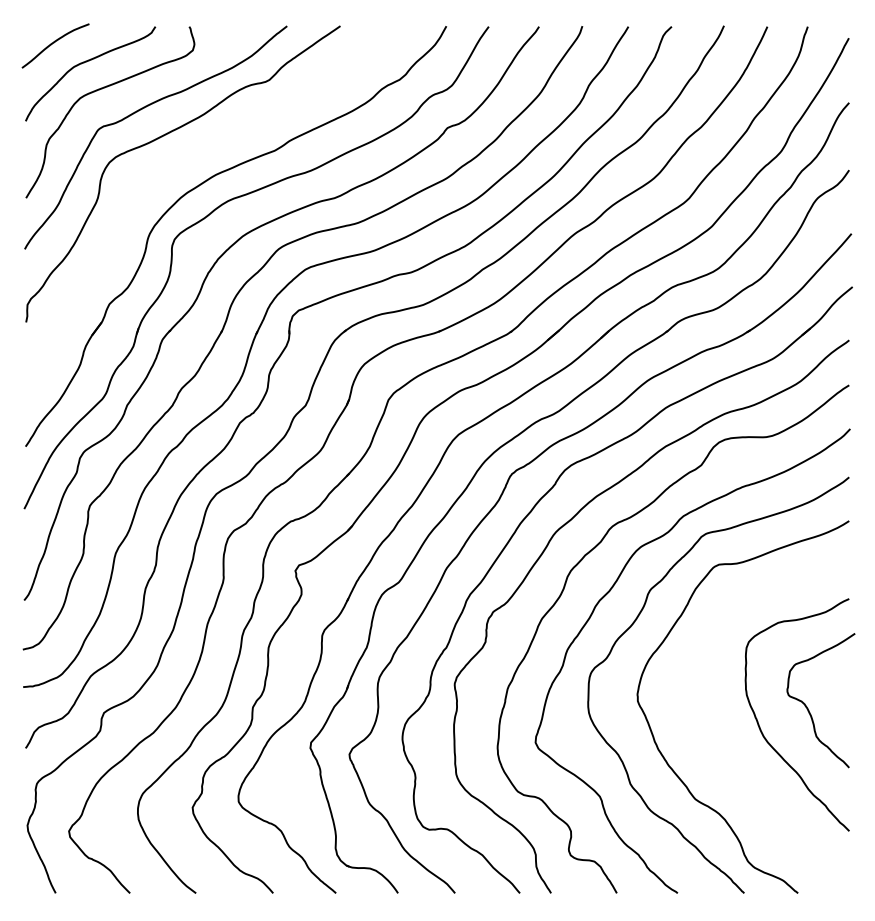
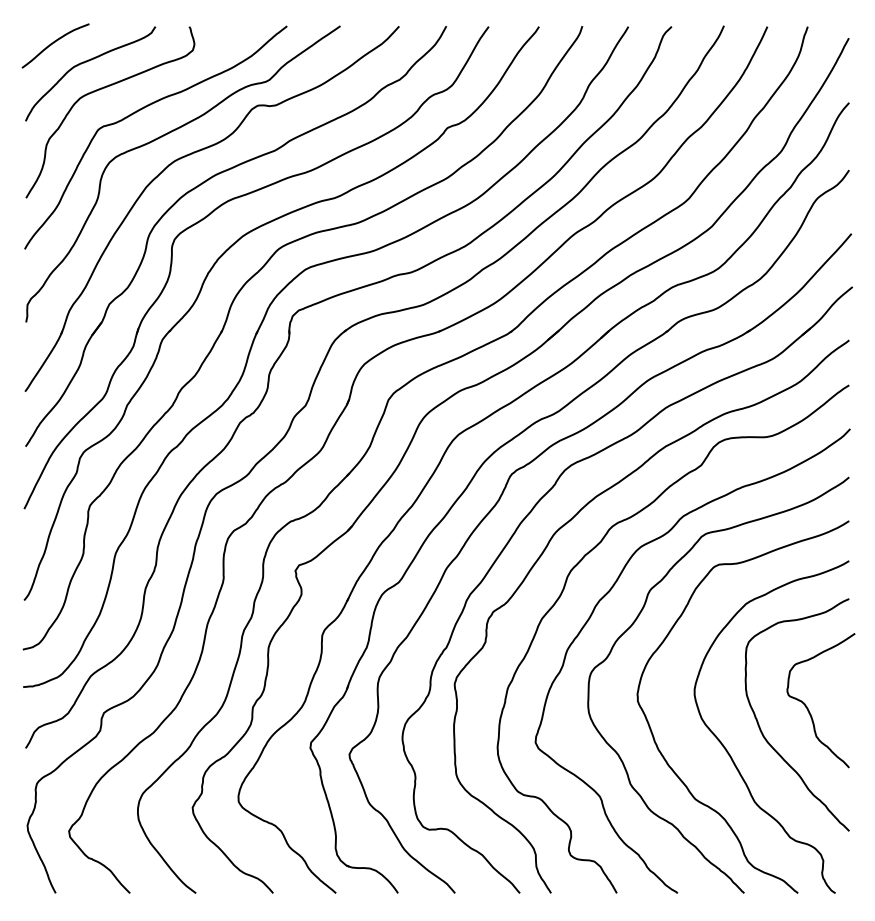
part at (190, 155): none -> present
curve at (730, 754): none -> present
